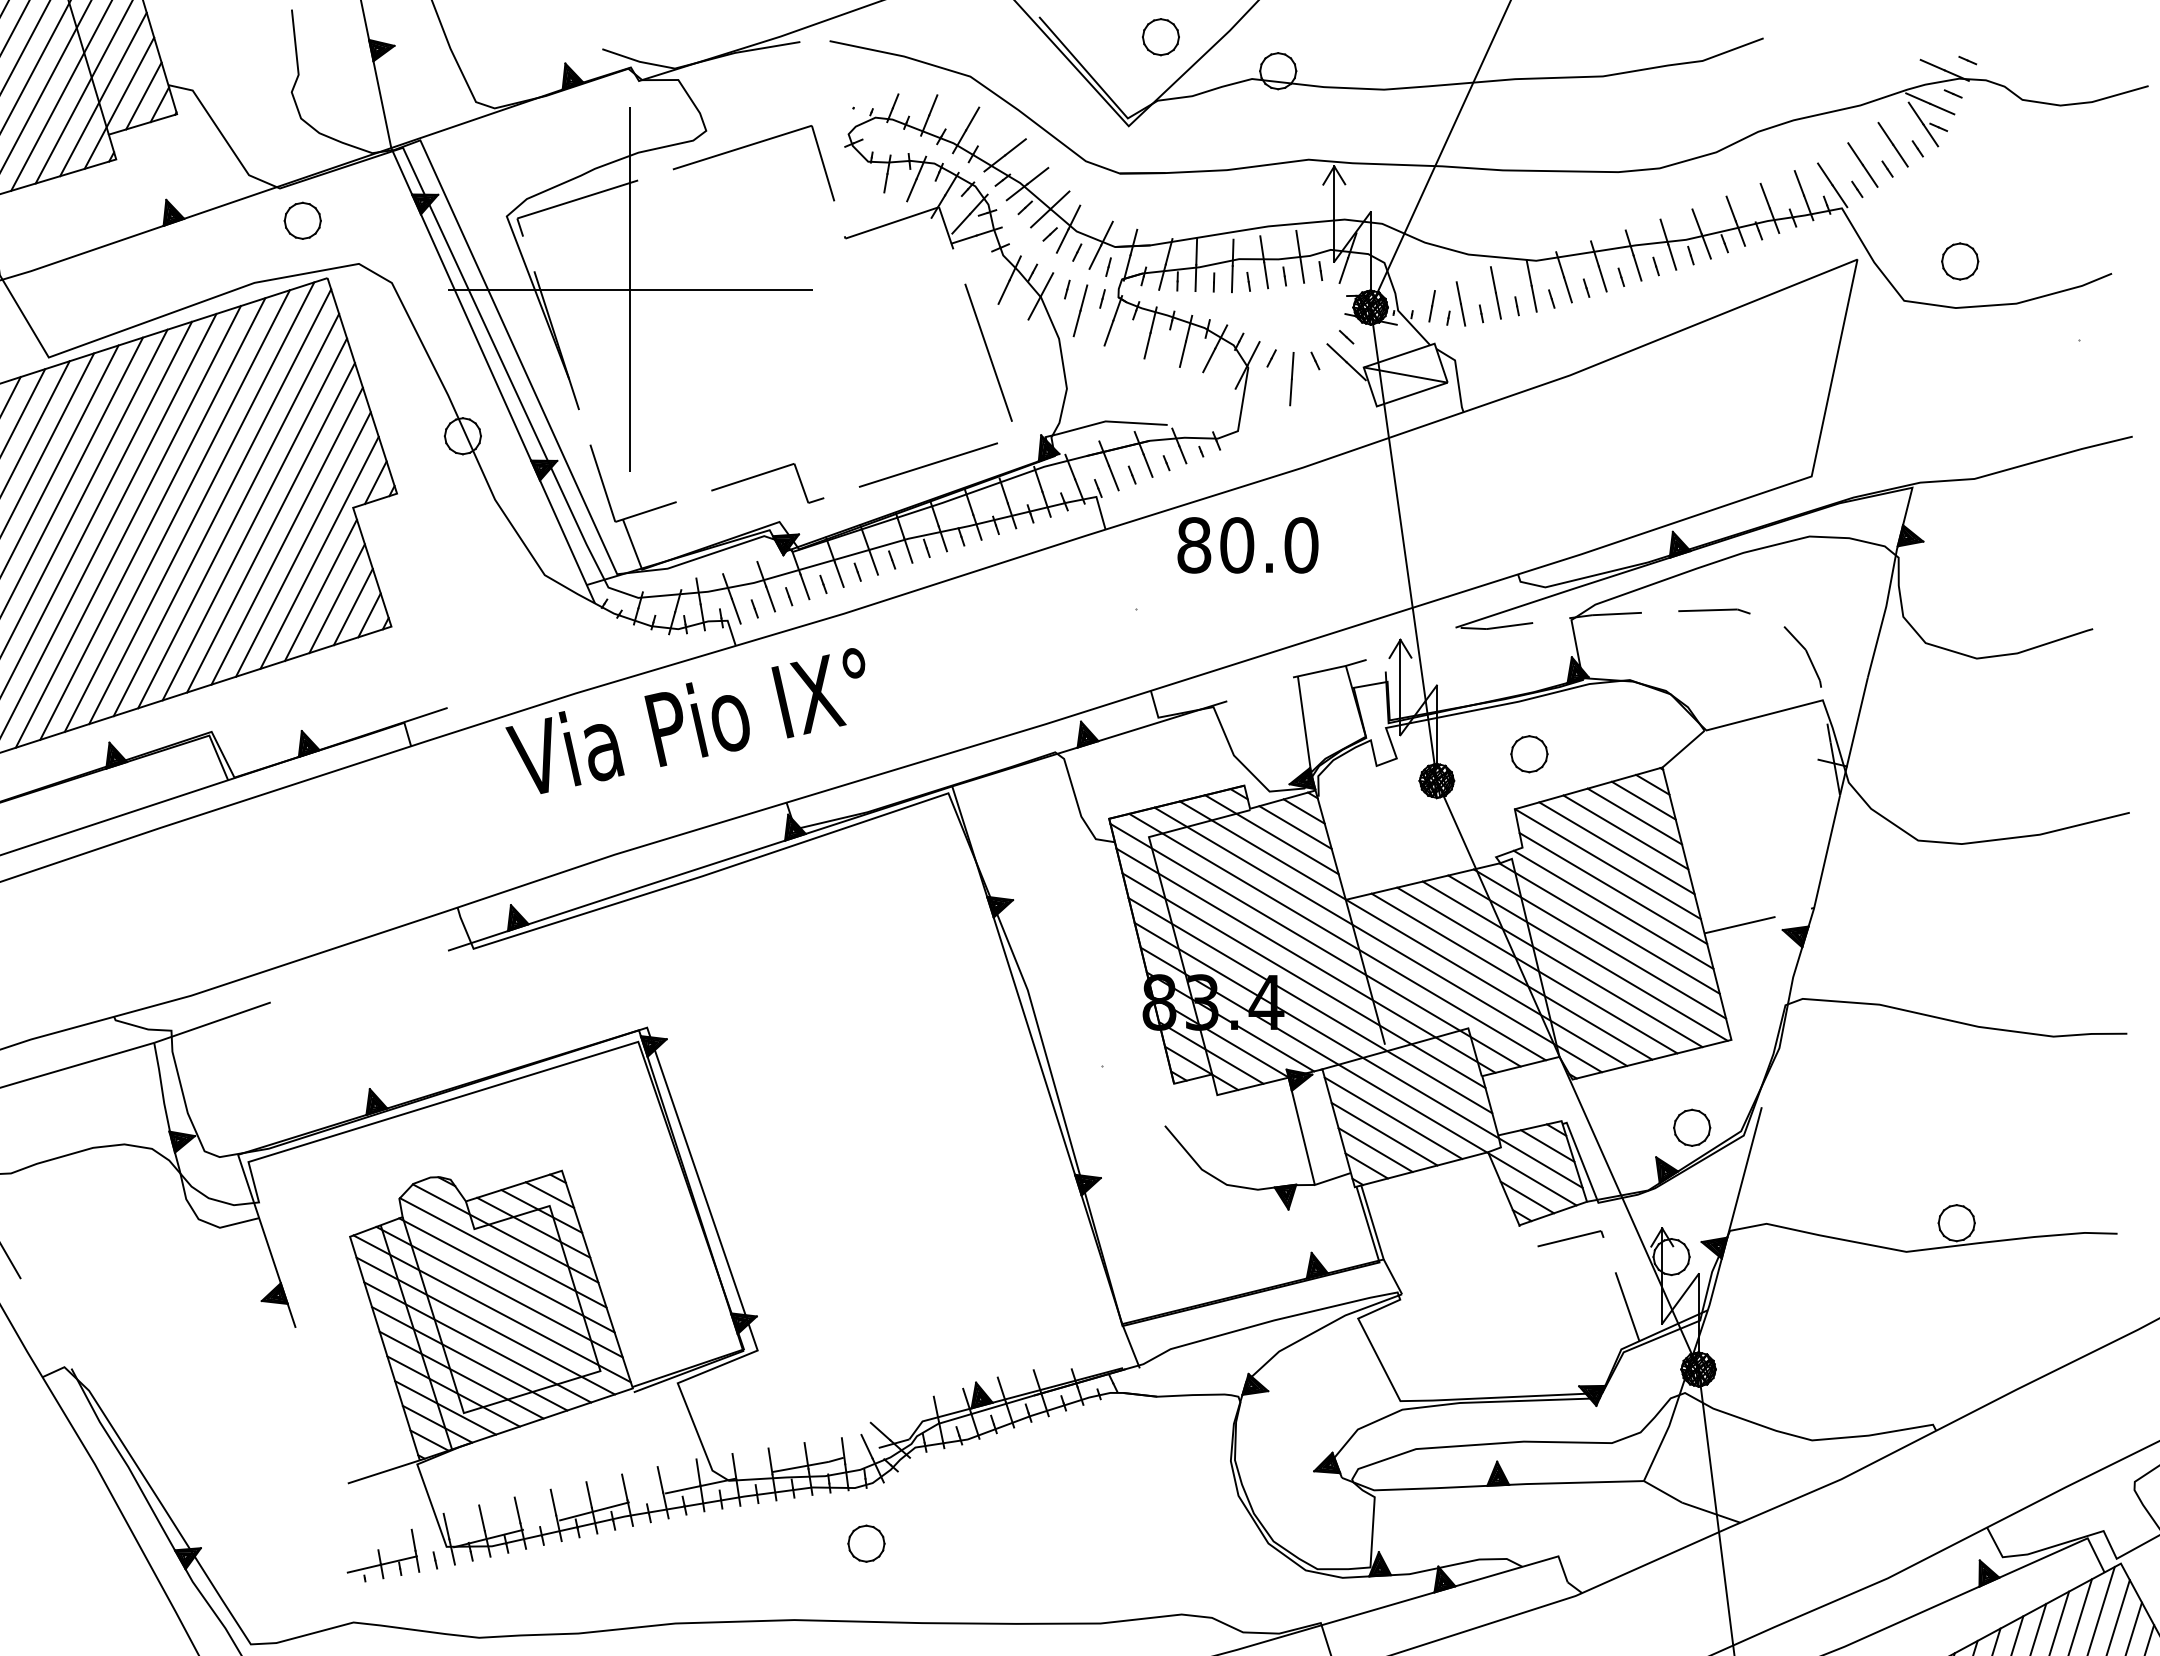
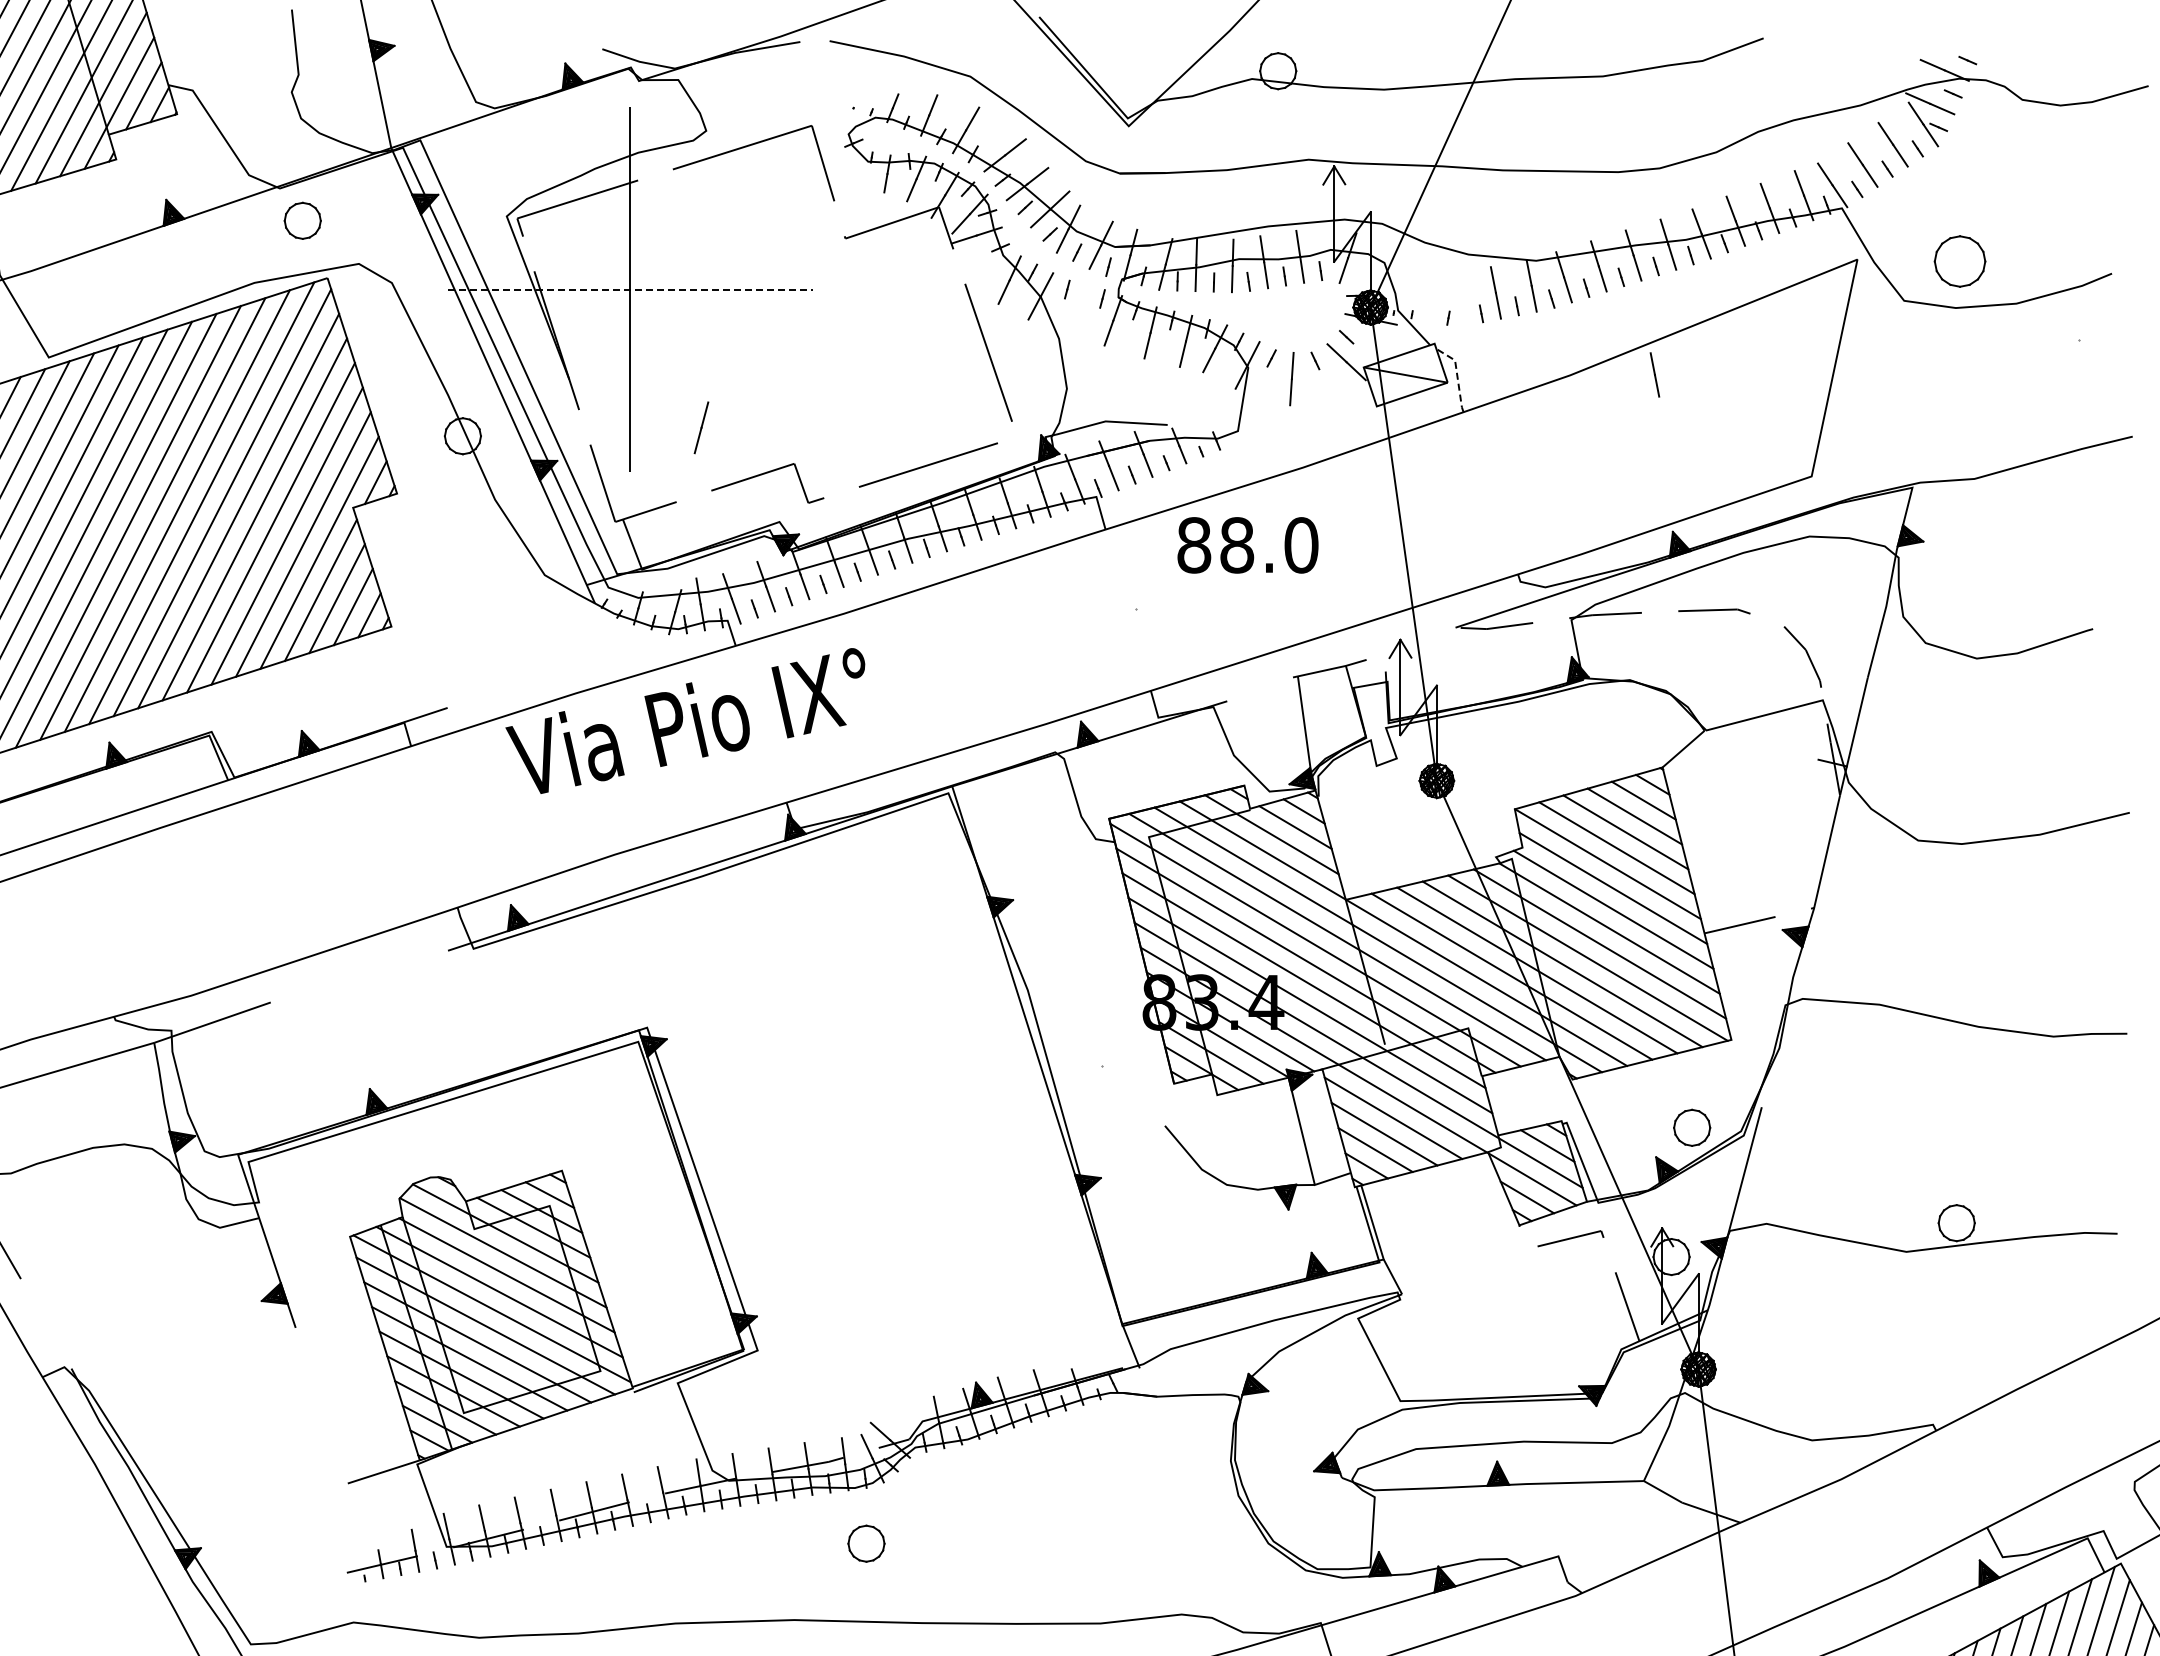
part at (1160, 37): present -> none
part at (1960, 261) size: 39x39 px -> 54x53 px
line at (630, 289): solid -> dashed
line at (1460, 303) position: (1460, 303) -> (1654, 374)
line at (1431, 306): present -> none
line at (1080, 310) position: (1080, 310) -> (701, 427)
line at (1457, 376): solid -> dashed
text at (1237, 545): 80.0 -> 88.0
part at (1529, 754): present -> none
